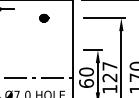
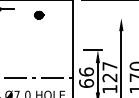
part at (44, 17) position: (44, 17) -> (39, 14)
line at (104, 18): present -> none
text at (86, 71): 60 -> 66
